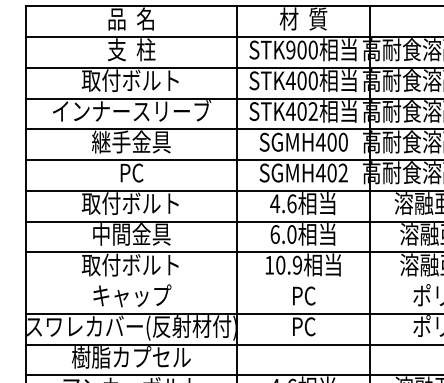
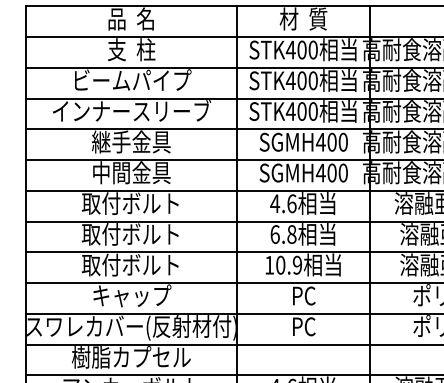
text at (290, 49): STK900 -> STK400
text at (133, 80): 取付ボルト -> ビームパイプ
text at (312, 111): STK402 -> STK400
text at (131, 172): PC -> 中間金具
text at (342, 172): SGMH402 -> SGMH400
text at (129, 234): 中間金具 -> 取付ボルト
text at (291, 234): 6.0 -> 6.8
line at (232, 283): none -> present
